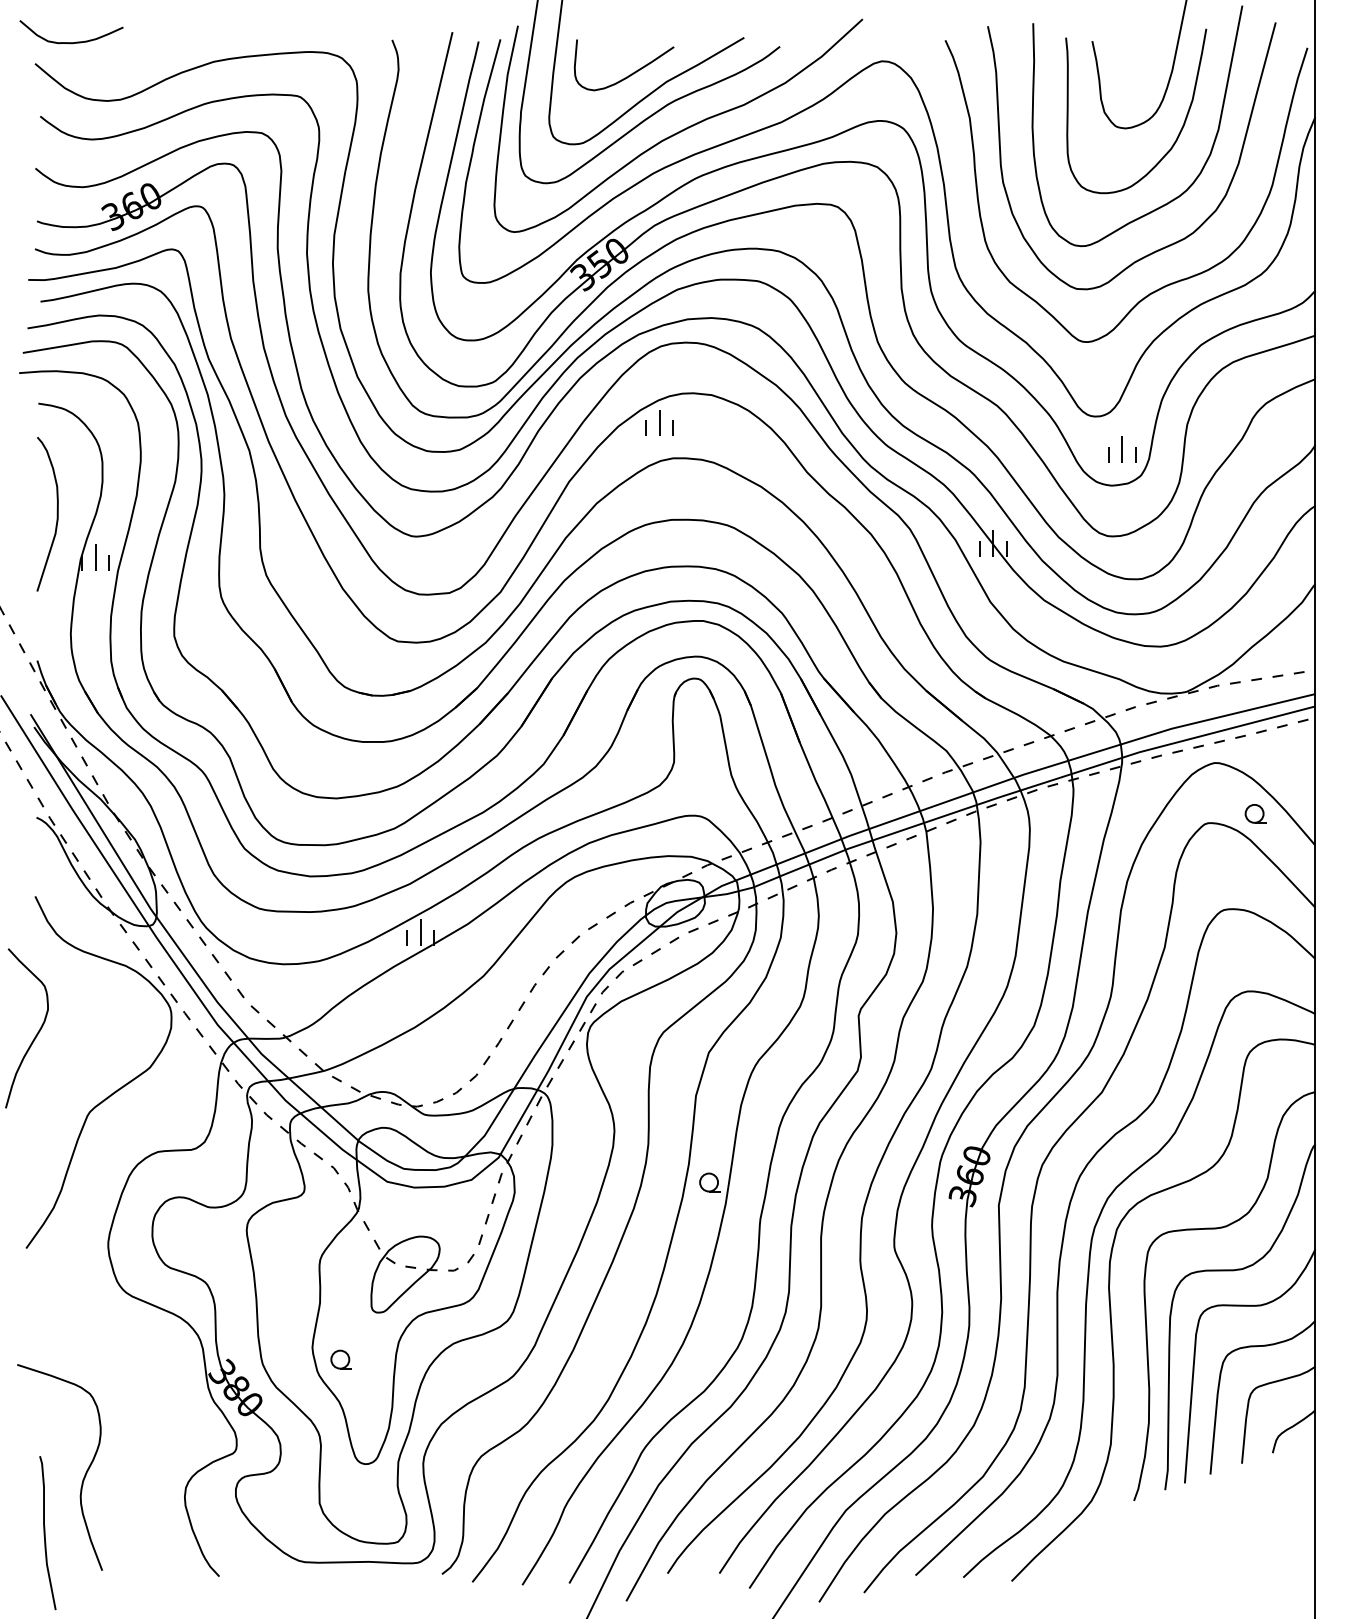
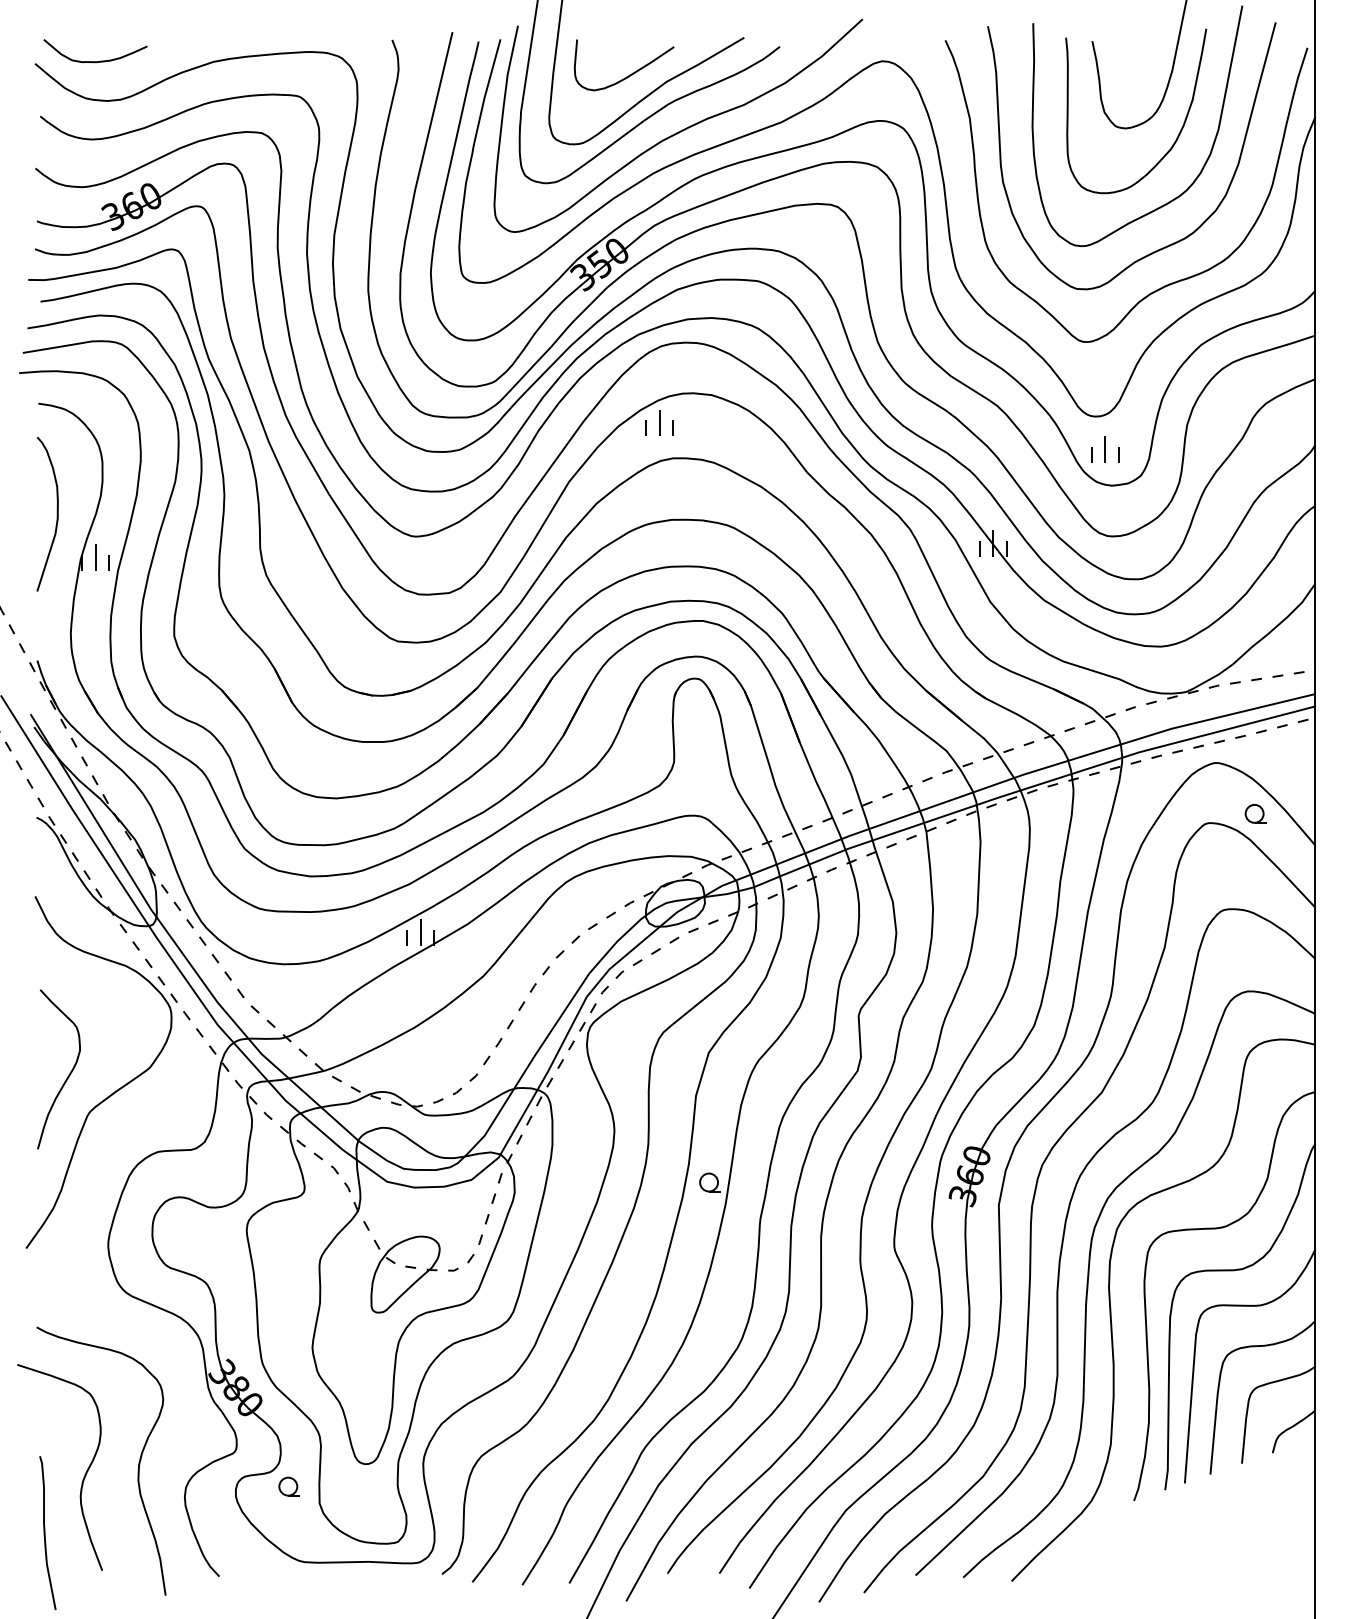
curve at (71, 42) position: (71, 42) -> (95, 61)
part at (1122, 449) position: (1122, 449) -> (1105, 449)
curve at (36, 1033) position: (36, 1033) -> (68, 1074)
part at (340, 1359) position: (340, 1359) -> (288, 1486)
curve at (138, 1462): none -> present
